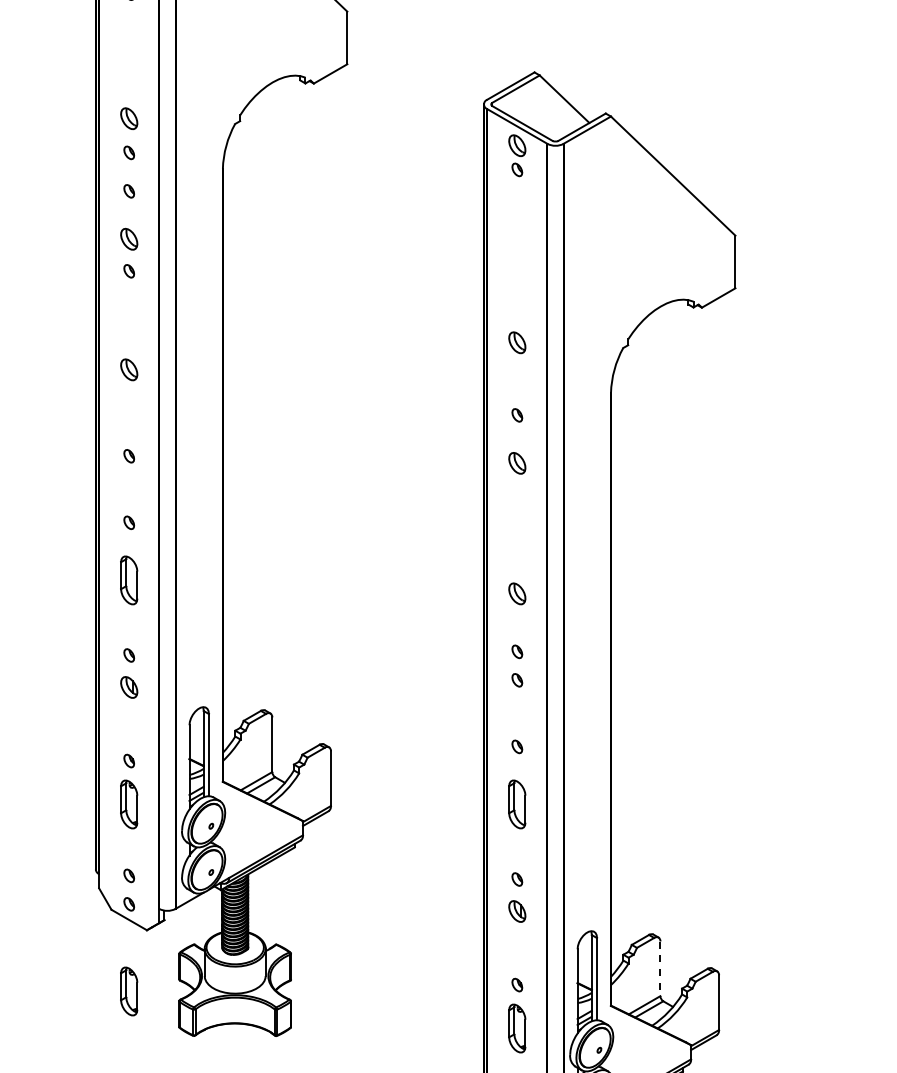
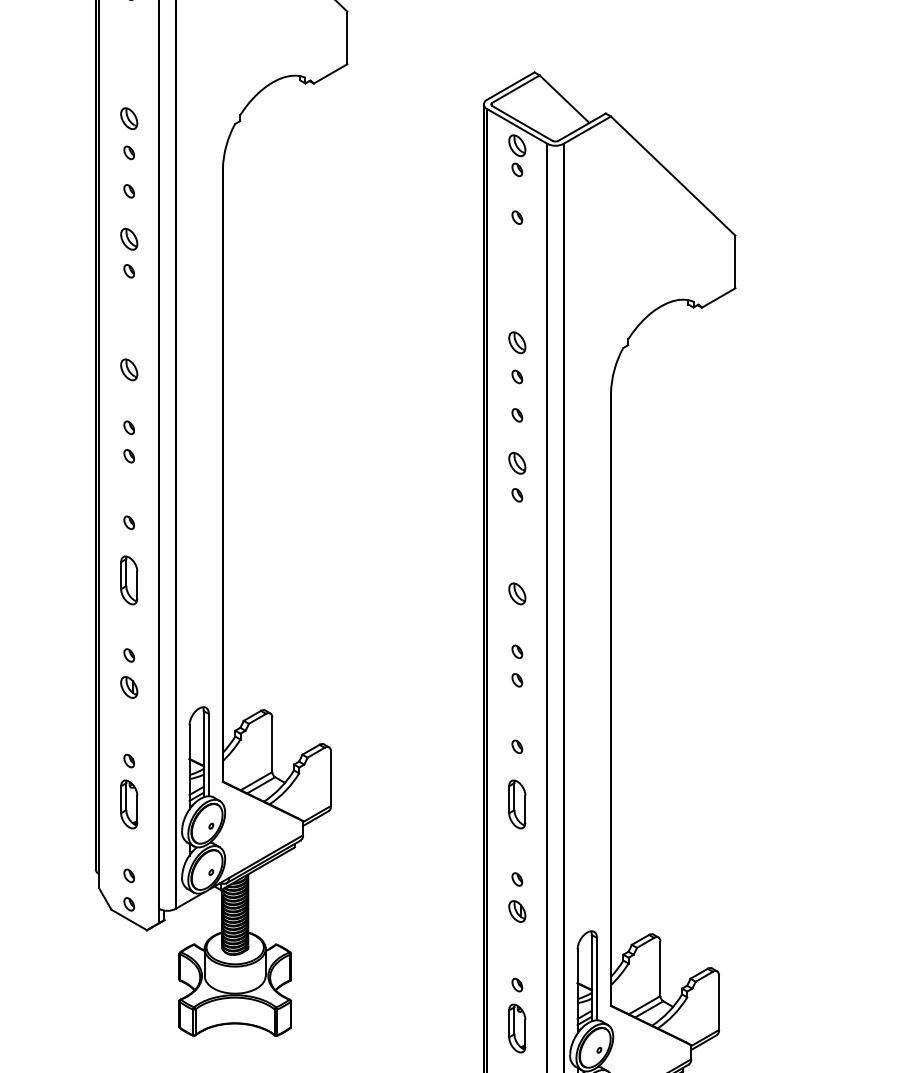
part at (517, 217): none -> present
part at (517, 376): none -> present
part at (129, 427): none -> present
part at (517, 495): none -> present
line at (660, 969): dashed -> solid
part at (129, 991): present -> none
